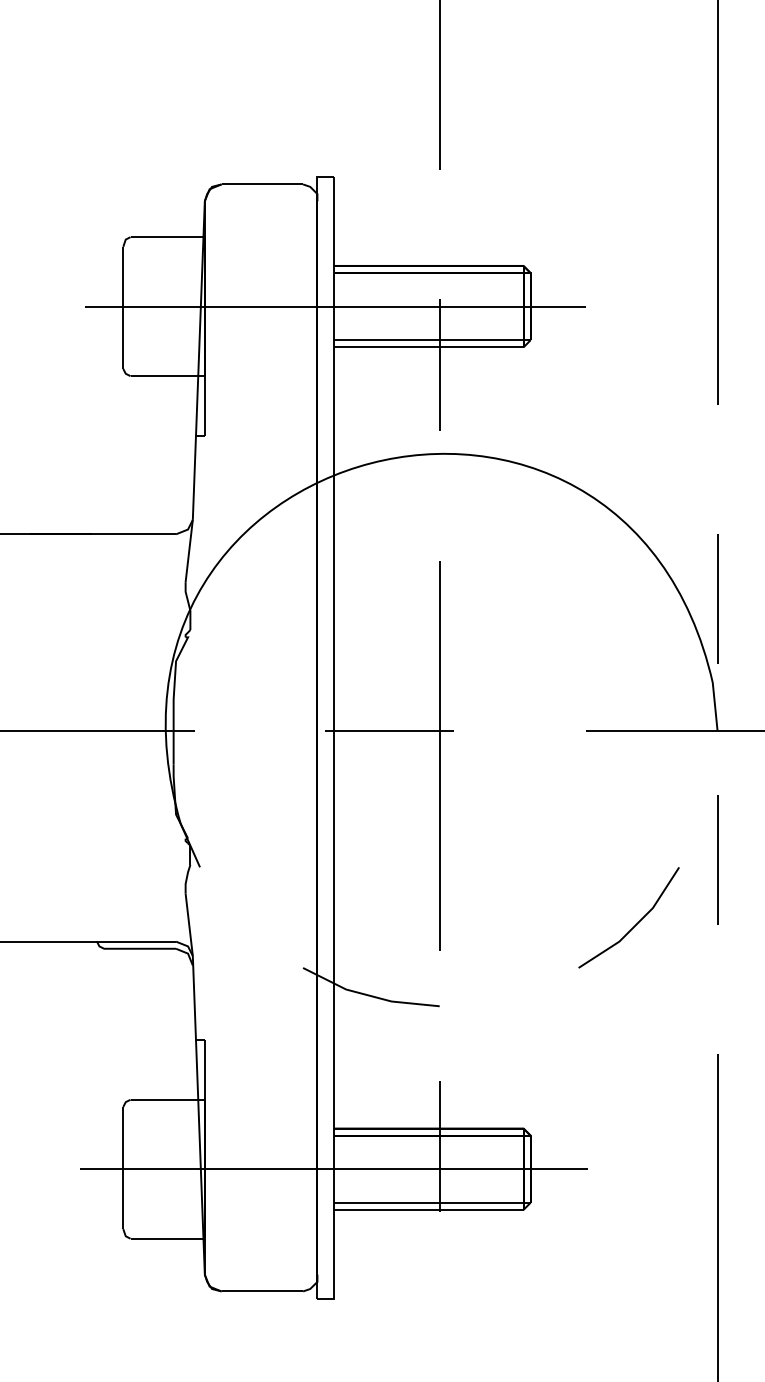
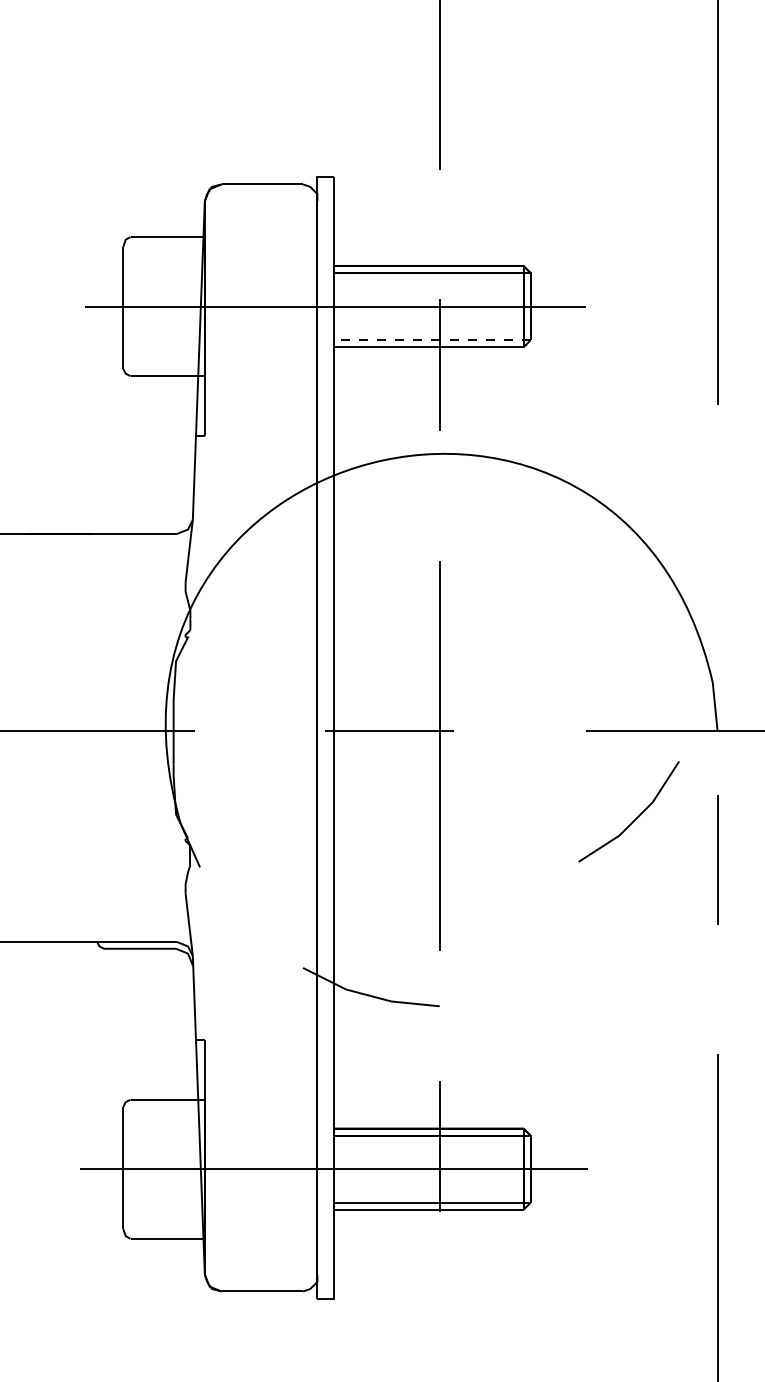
line at (431, 340): solid -> dashed
line at (717, 598): present -> none
line at (635, 924) position: (635, 924) -> (635, 818)
